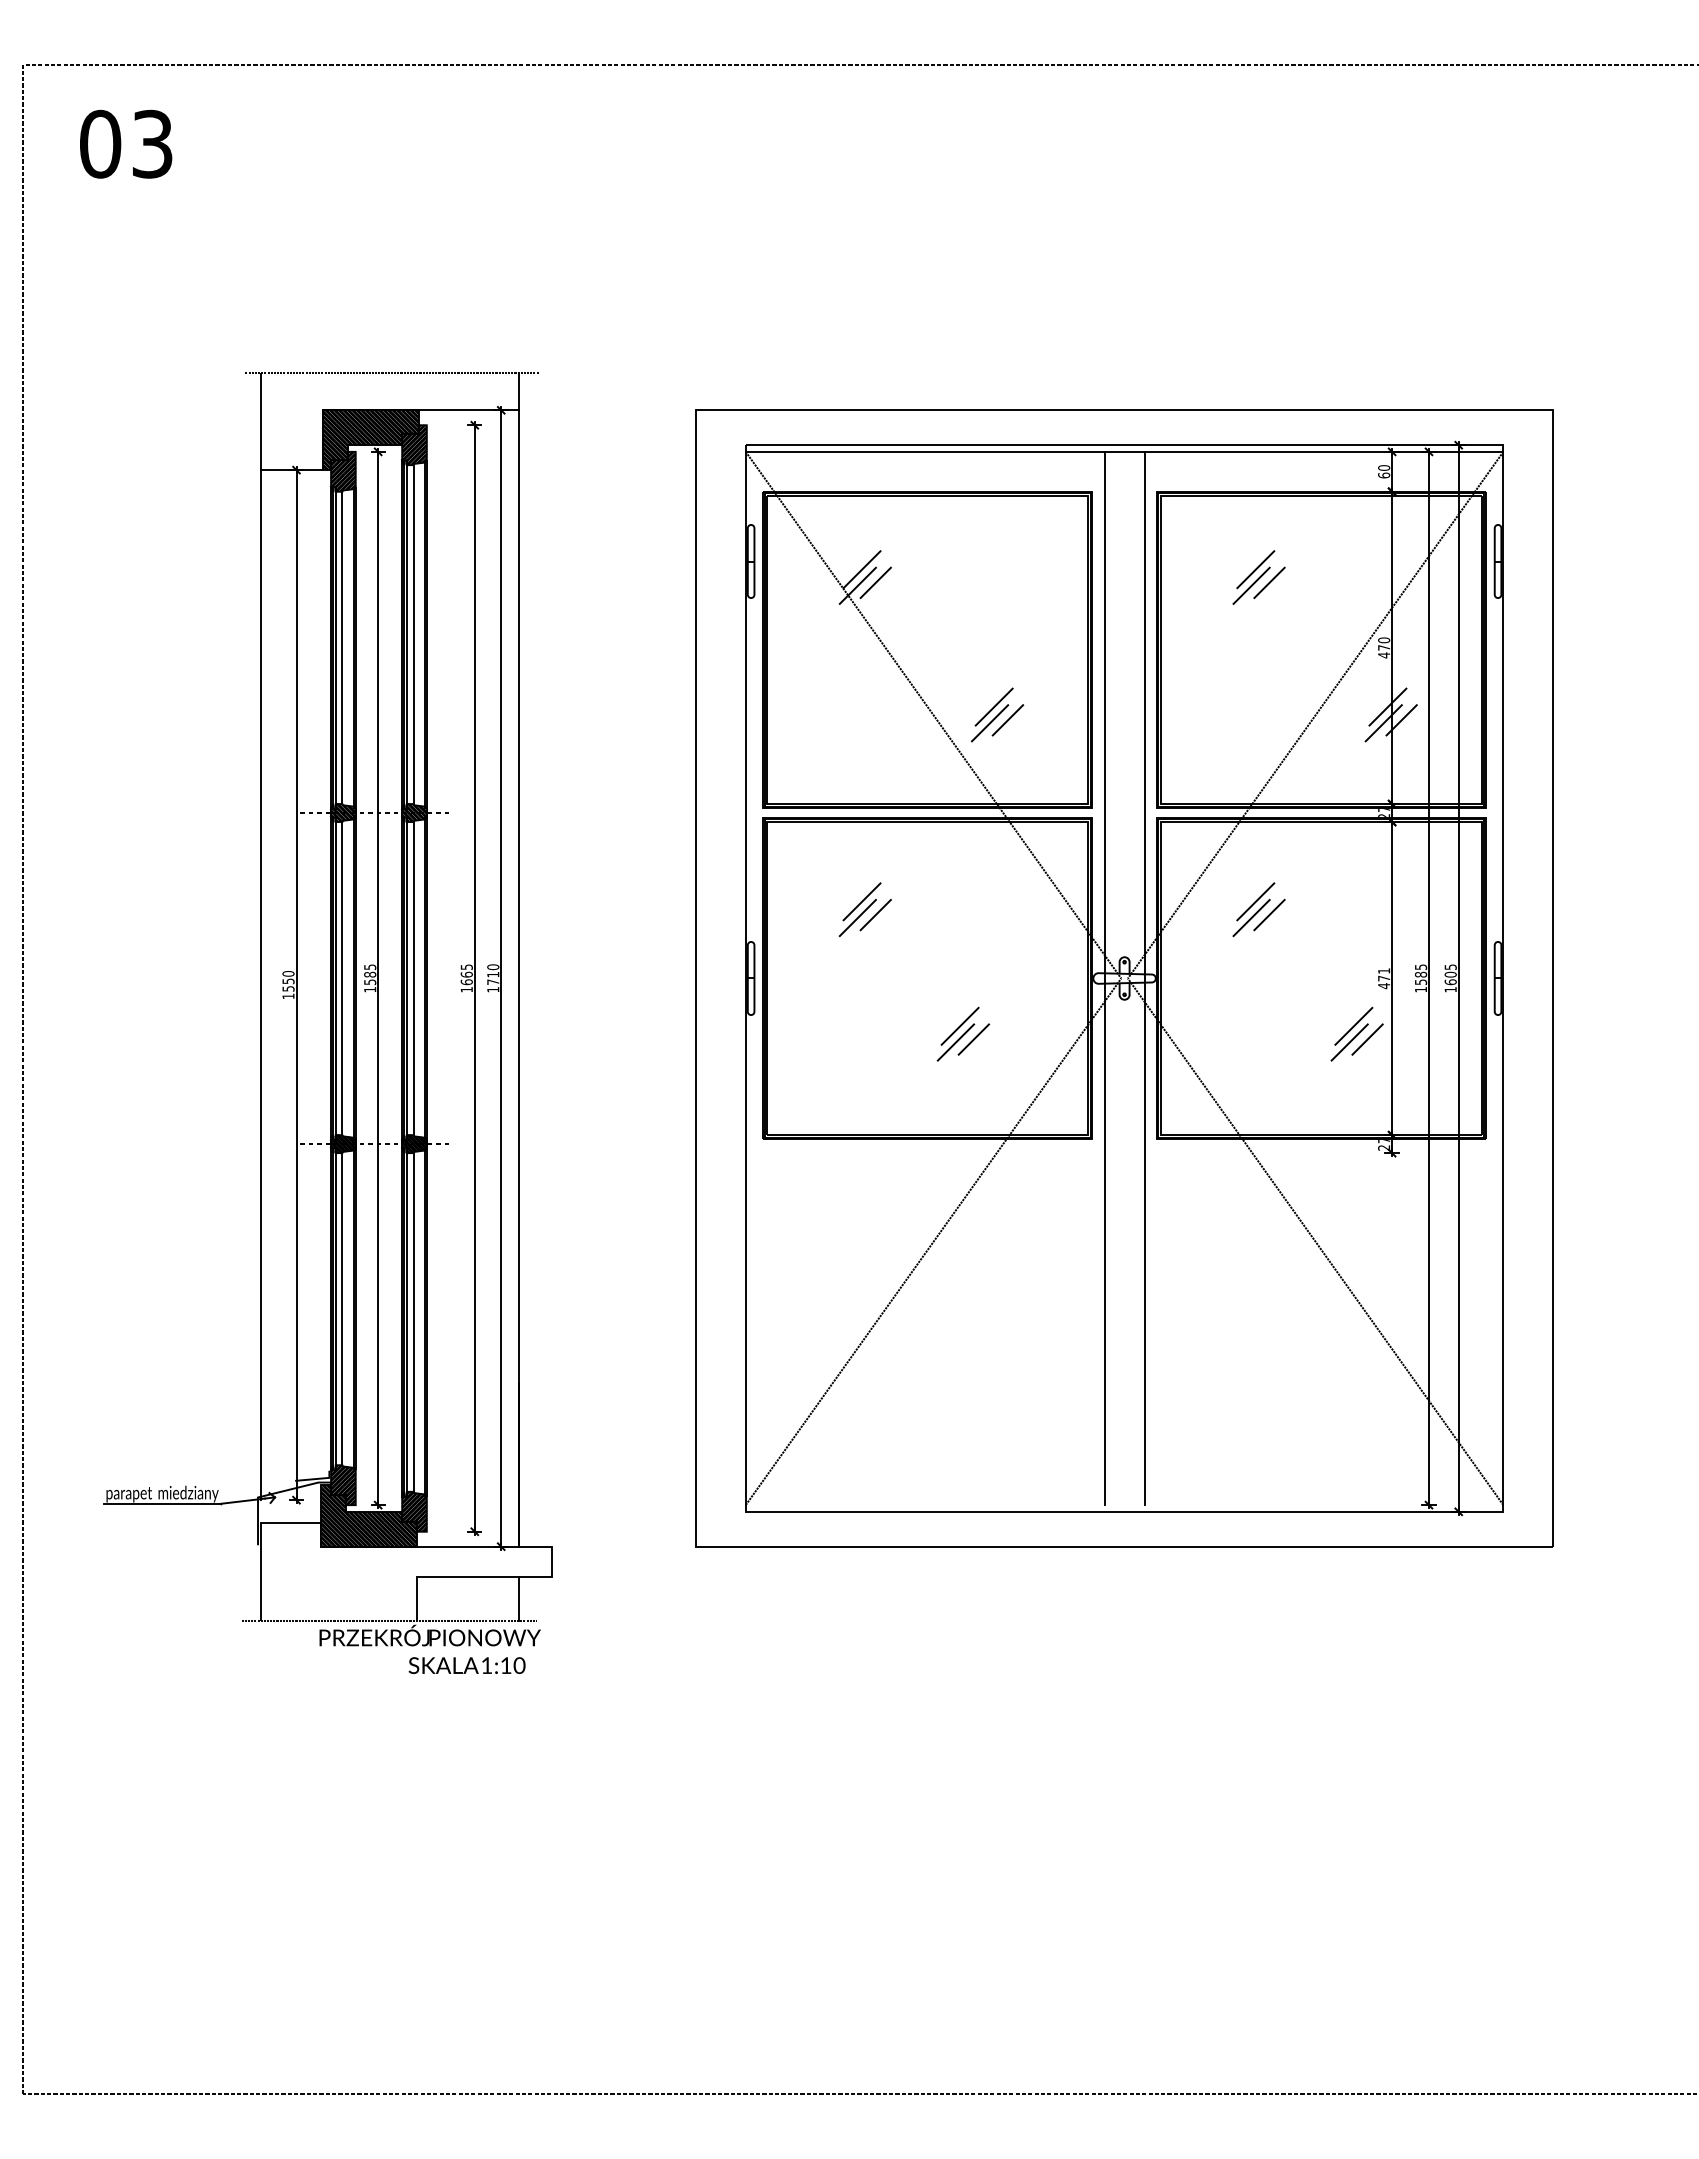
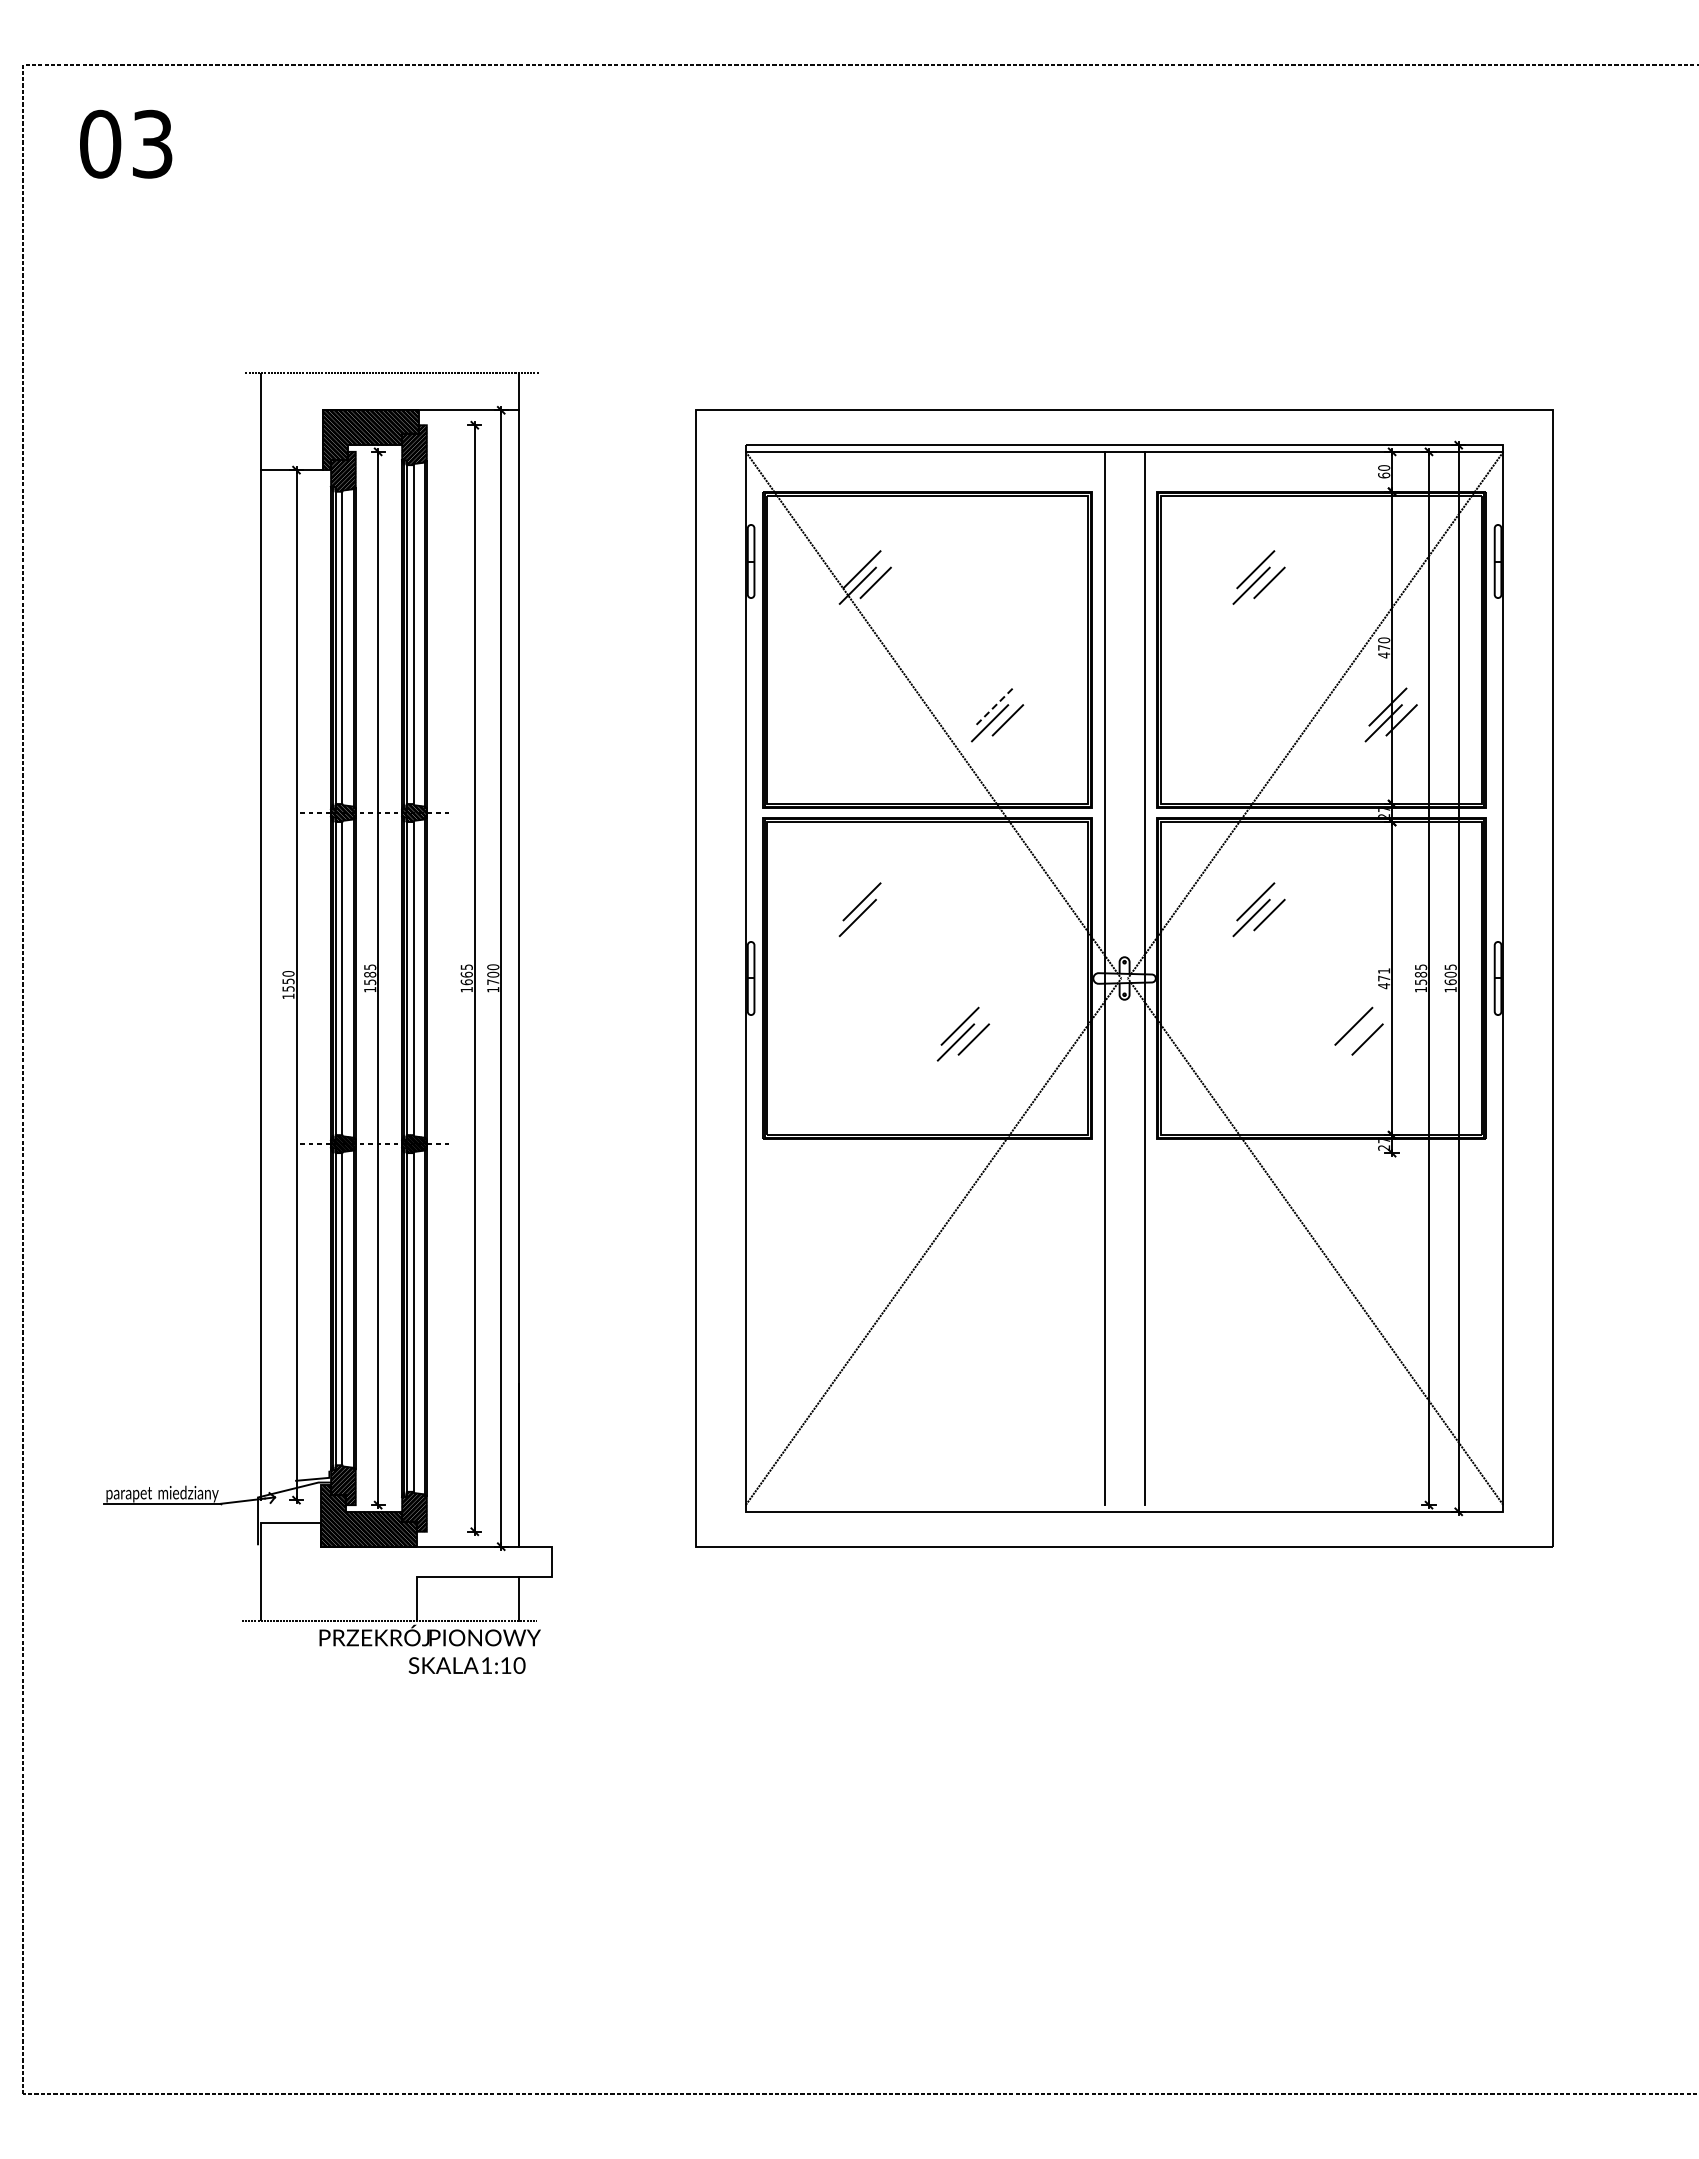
line at (993, 707): solid -> dashed
line at (875, 915): present -> none
text at (493, 974): 1710 -> 1700
line at (1349, 1042): present -> none
